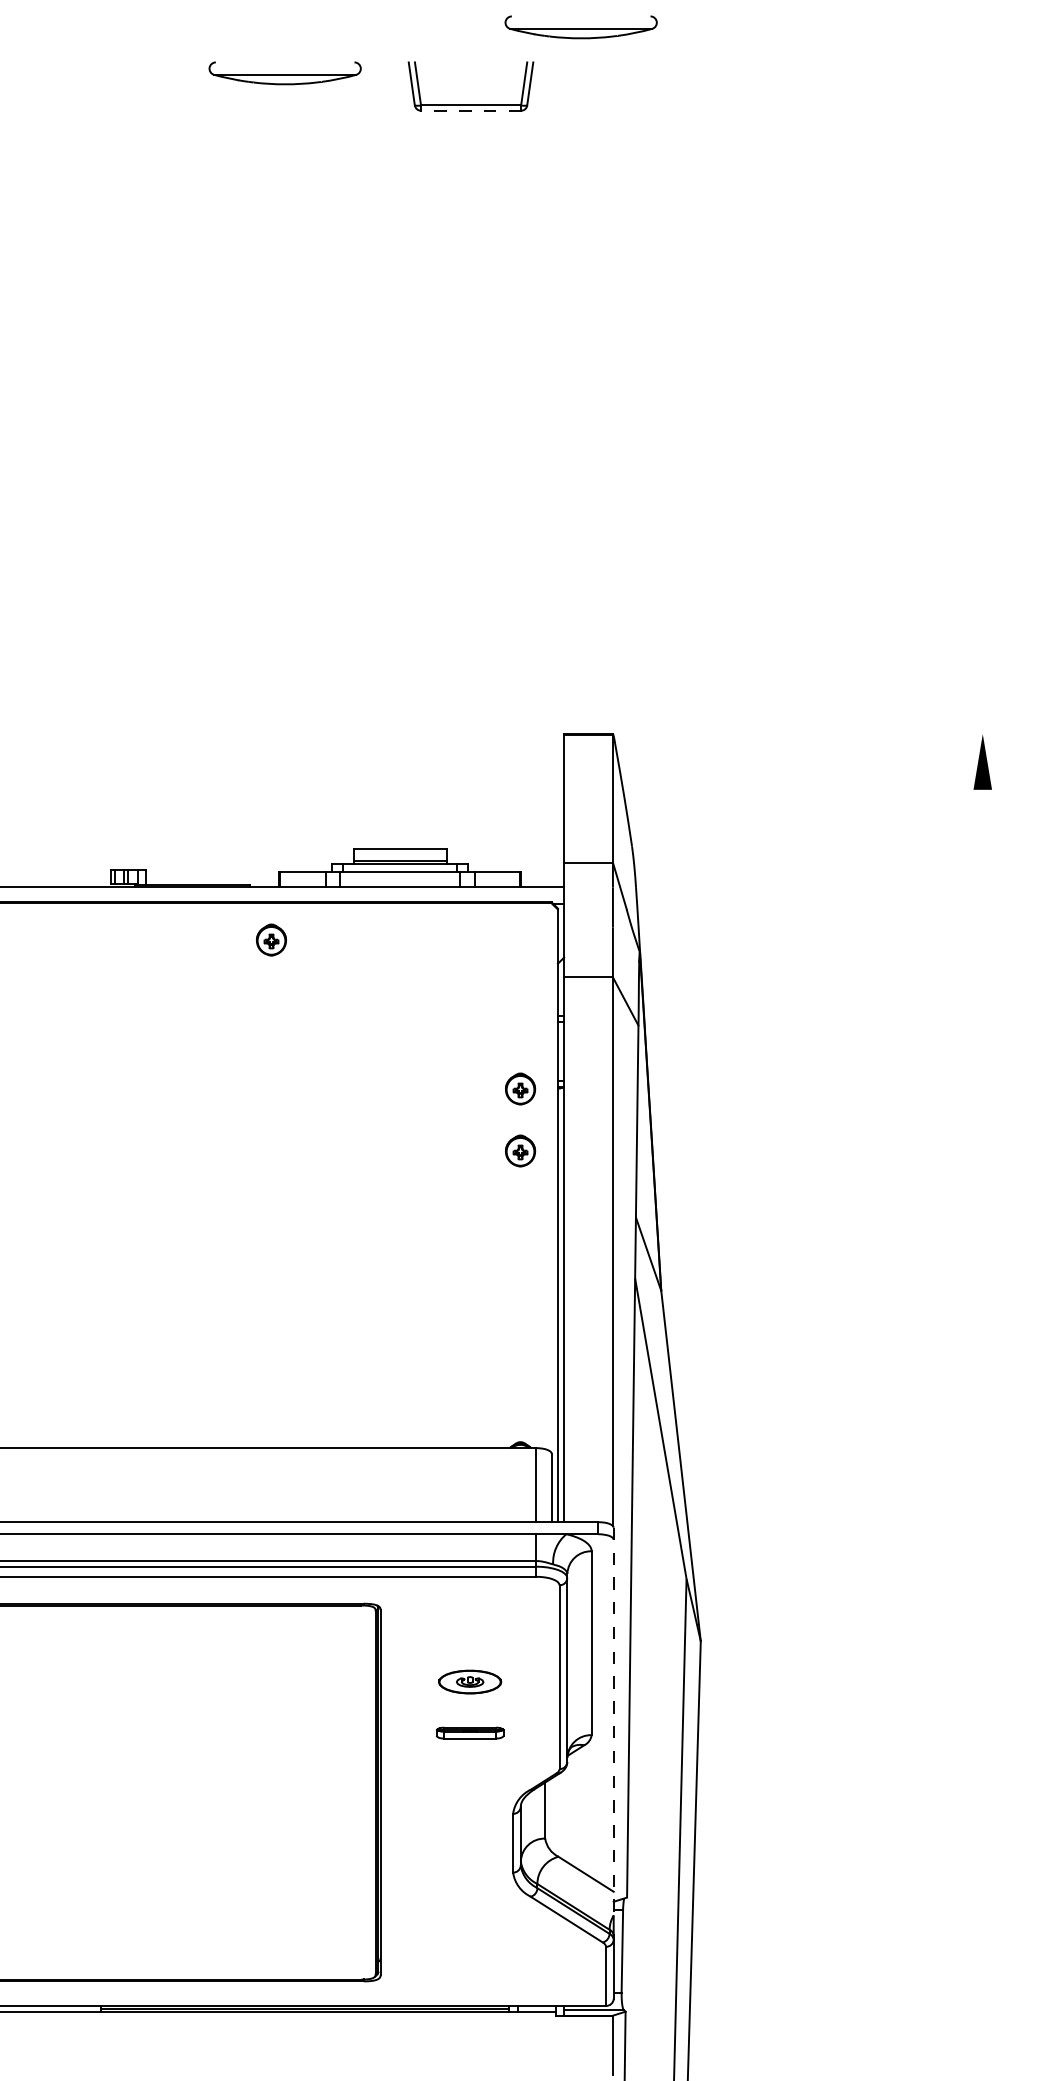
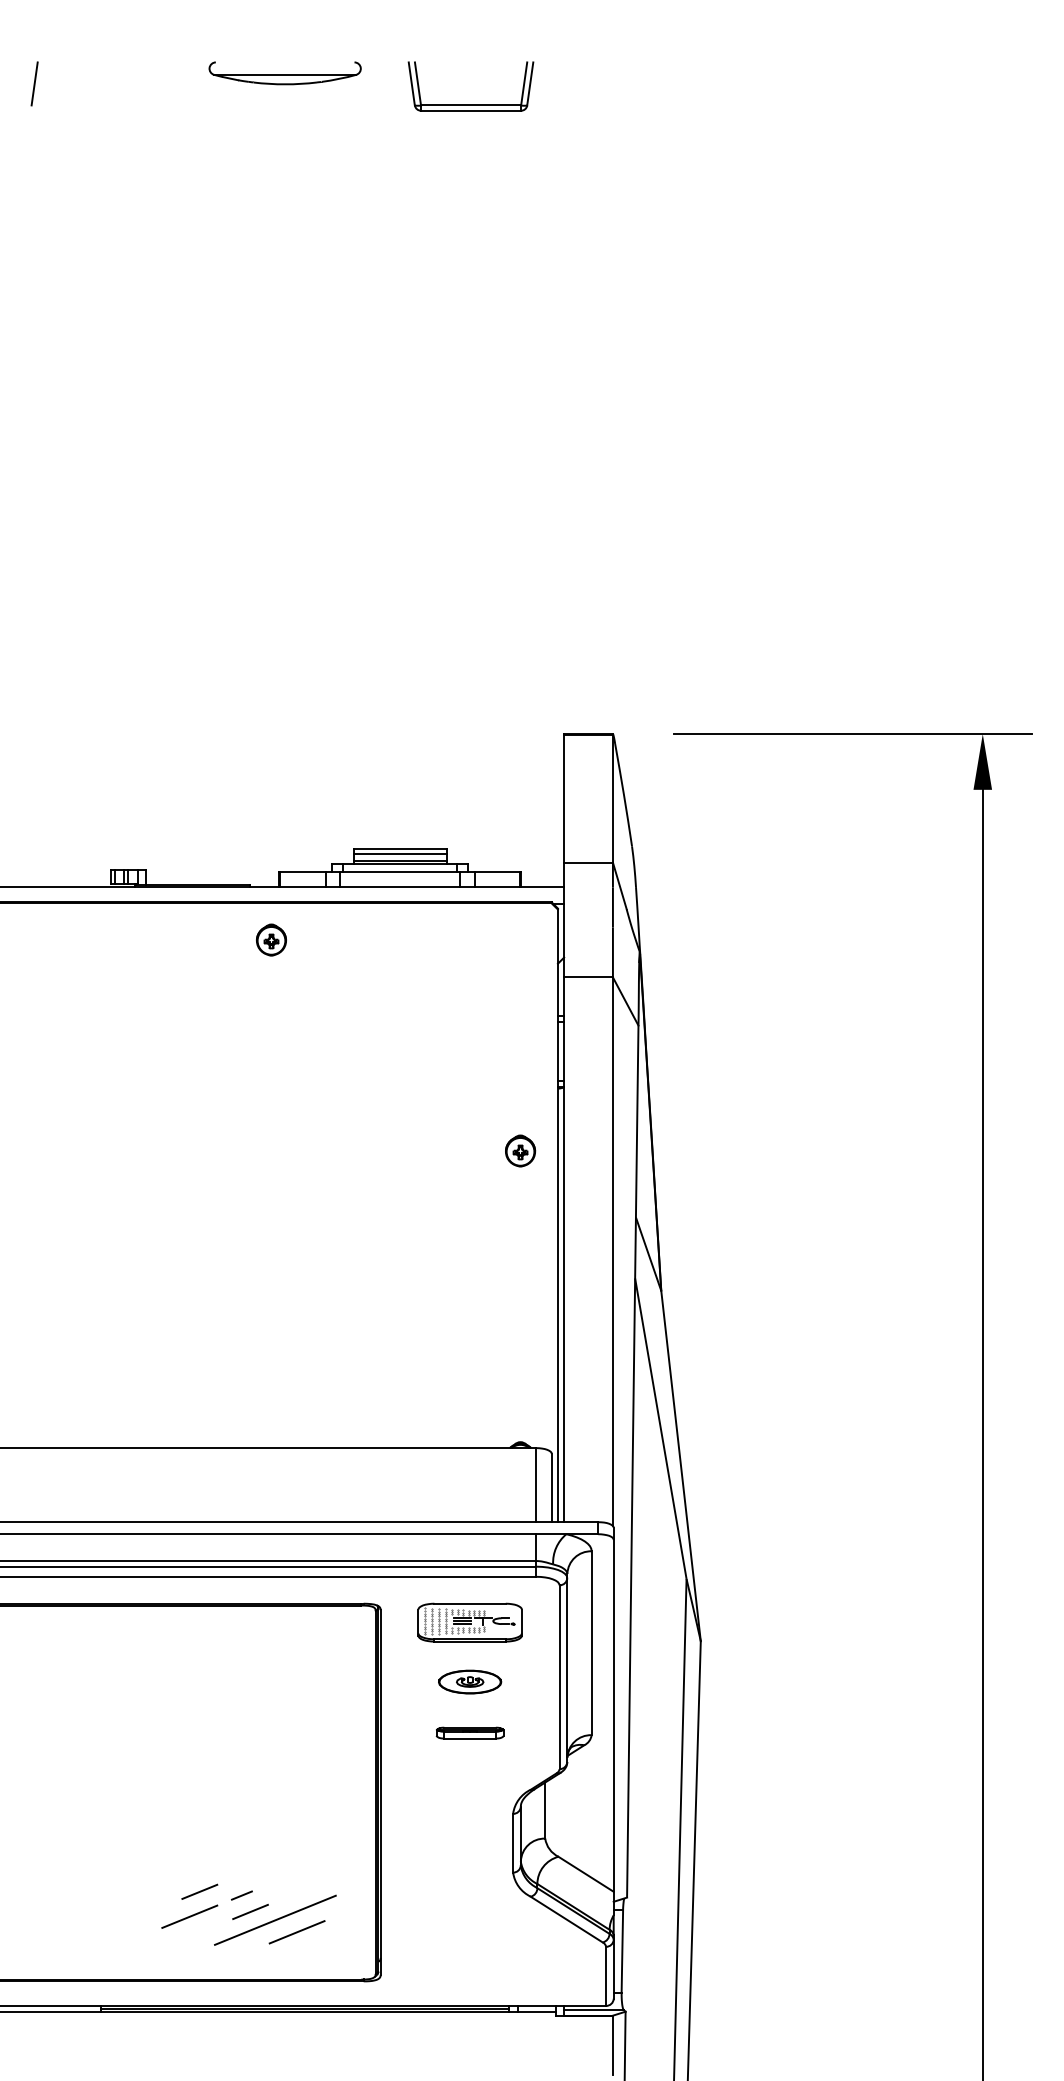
part at (580, 27): present -> none
line at (34, 83): none -> present
line at (470, 110): dashed -> solid
line at (852, 734): none -> present
line at (399, 853): none -> present
part at (520, 1088): present -> none
line at (982, 1433): none -> present
part at (469, 1622): none -> present
line at (613, 1721): dashed -> solid
part at (248, 1914): none -> present
